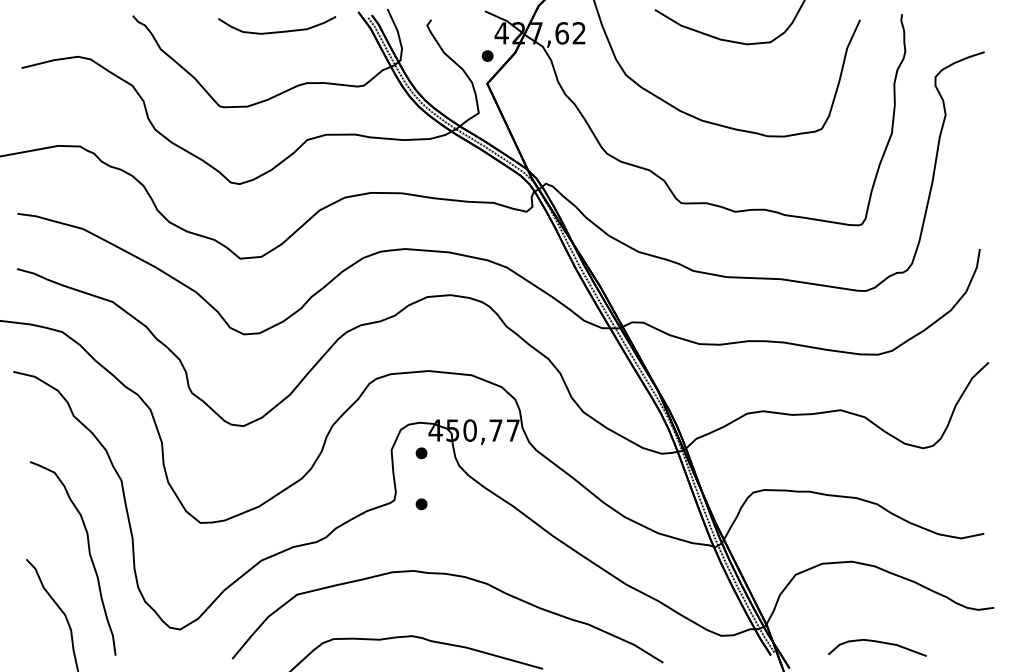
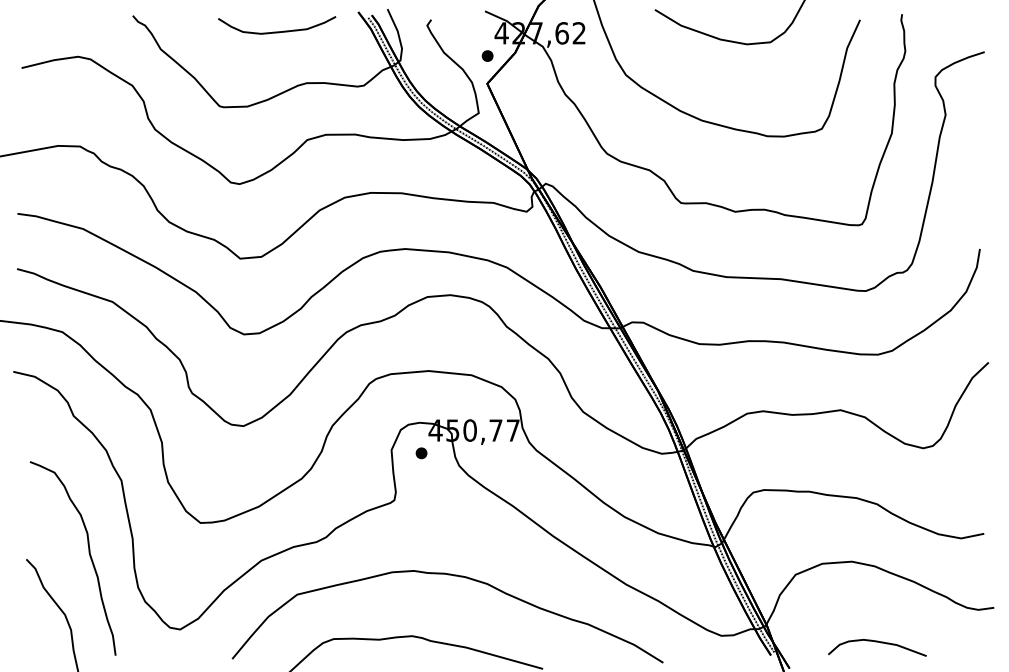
part at (421, 504): present -> none
